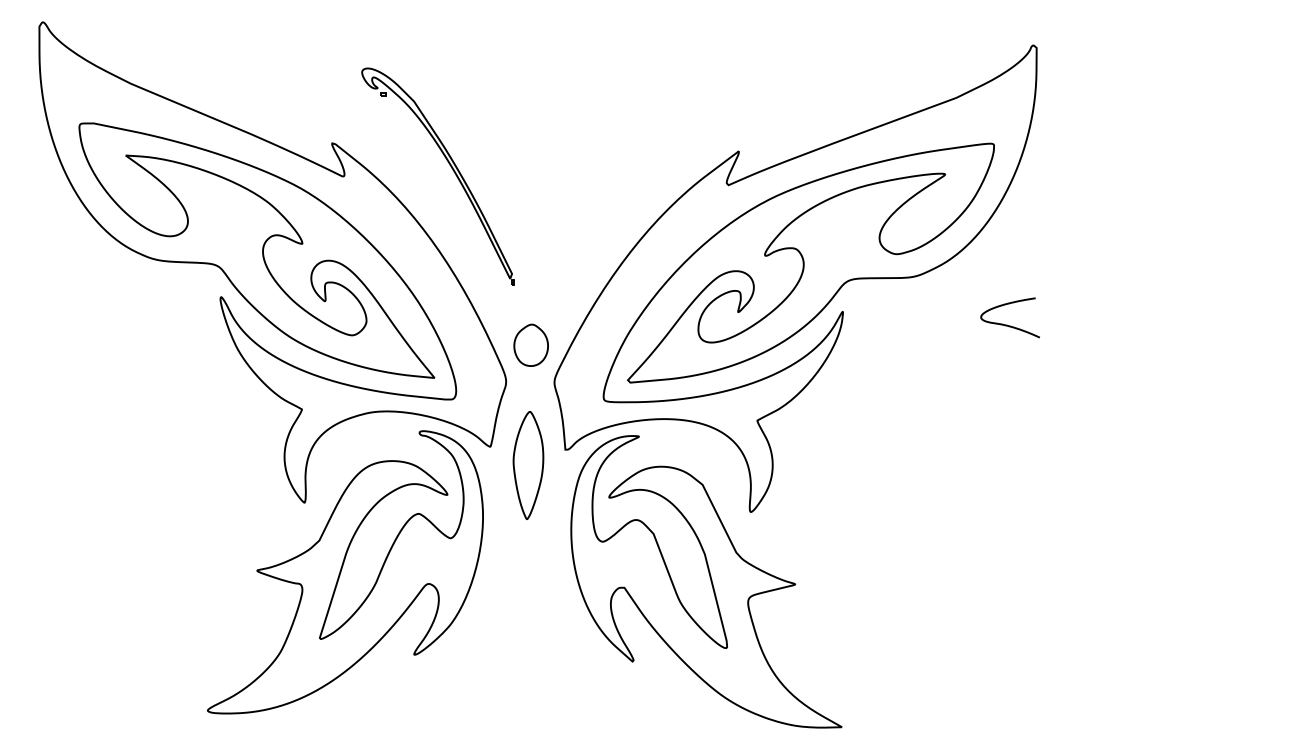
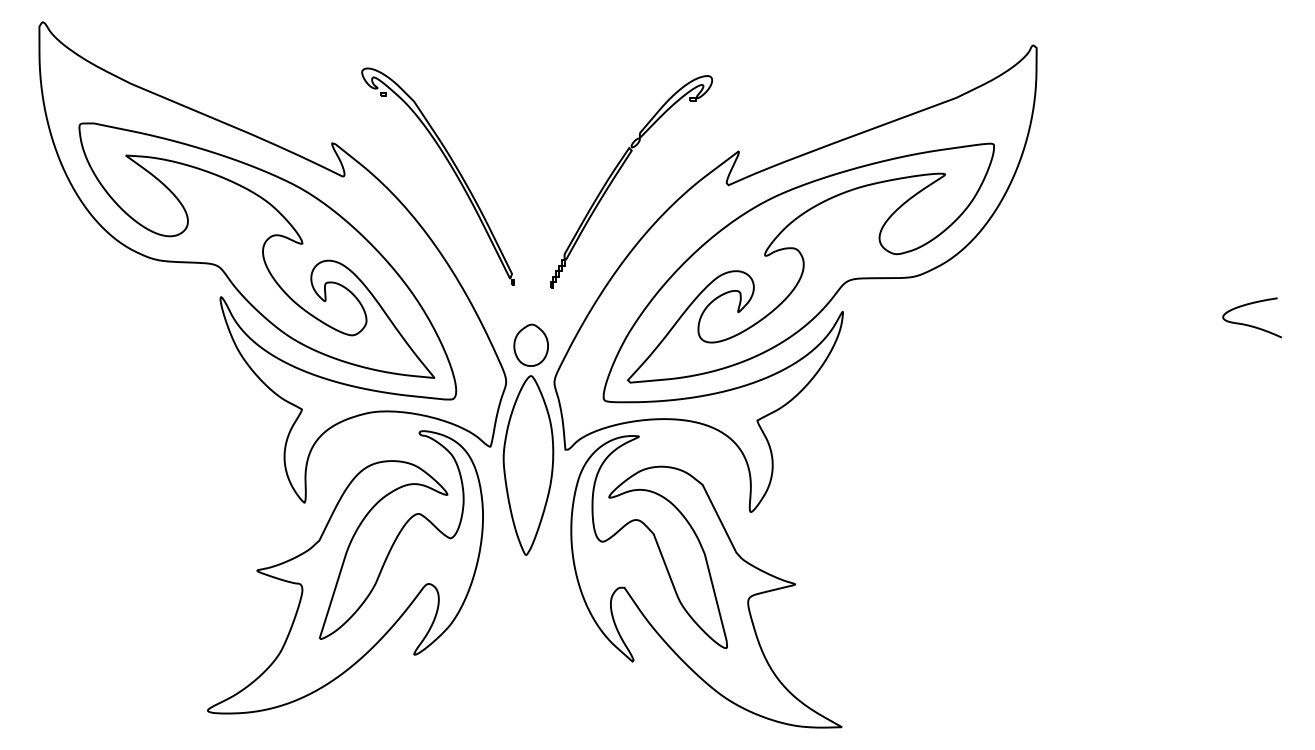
part at (618, 173): none -> present
curve at (1007, 324) position: (1007, 324) -> (1249, 324)
part at (528, 465) size: 33x109 px -> 53x181 px
